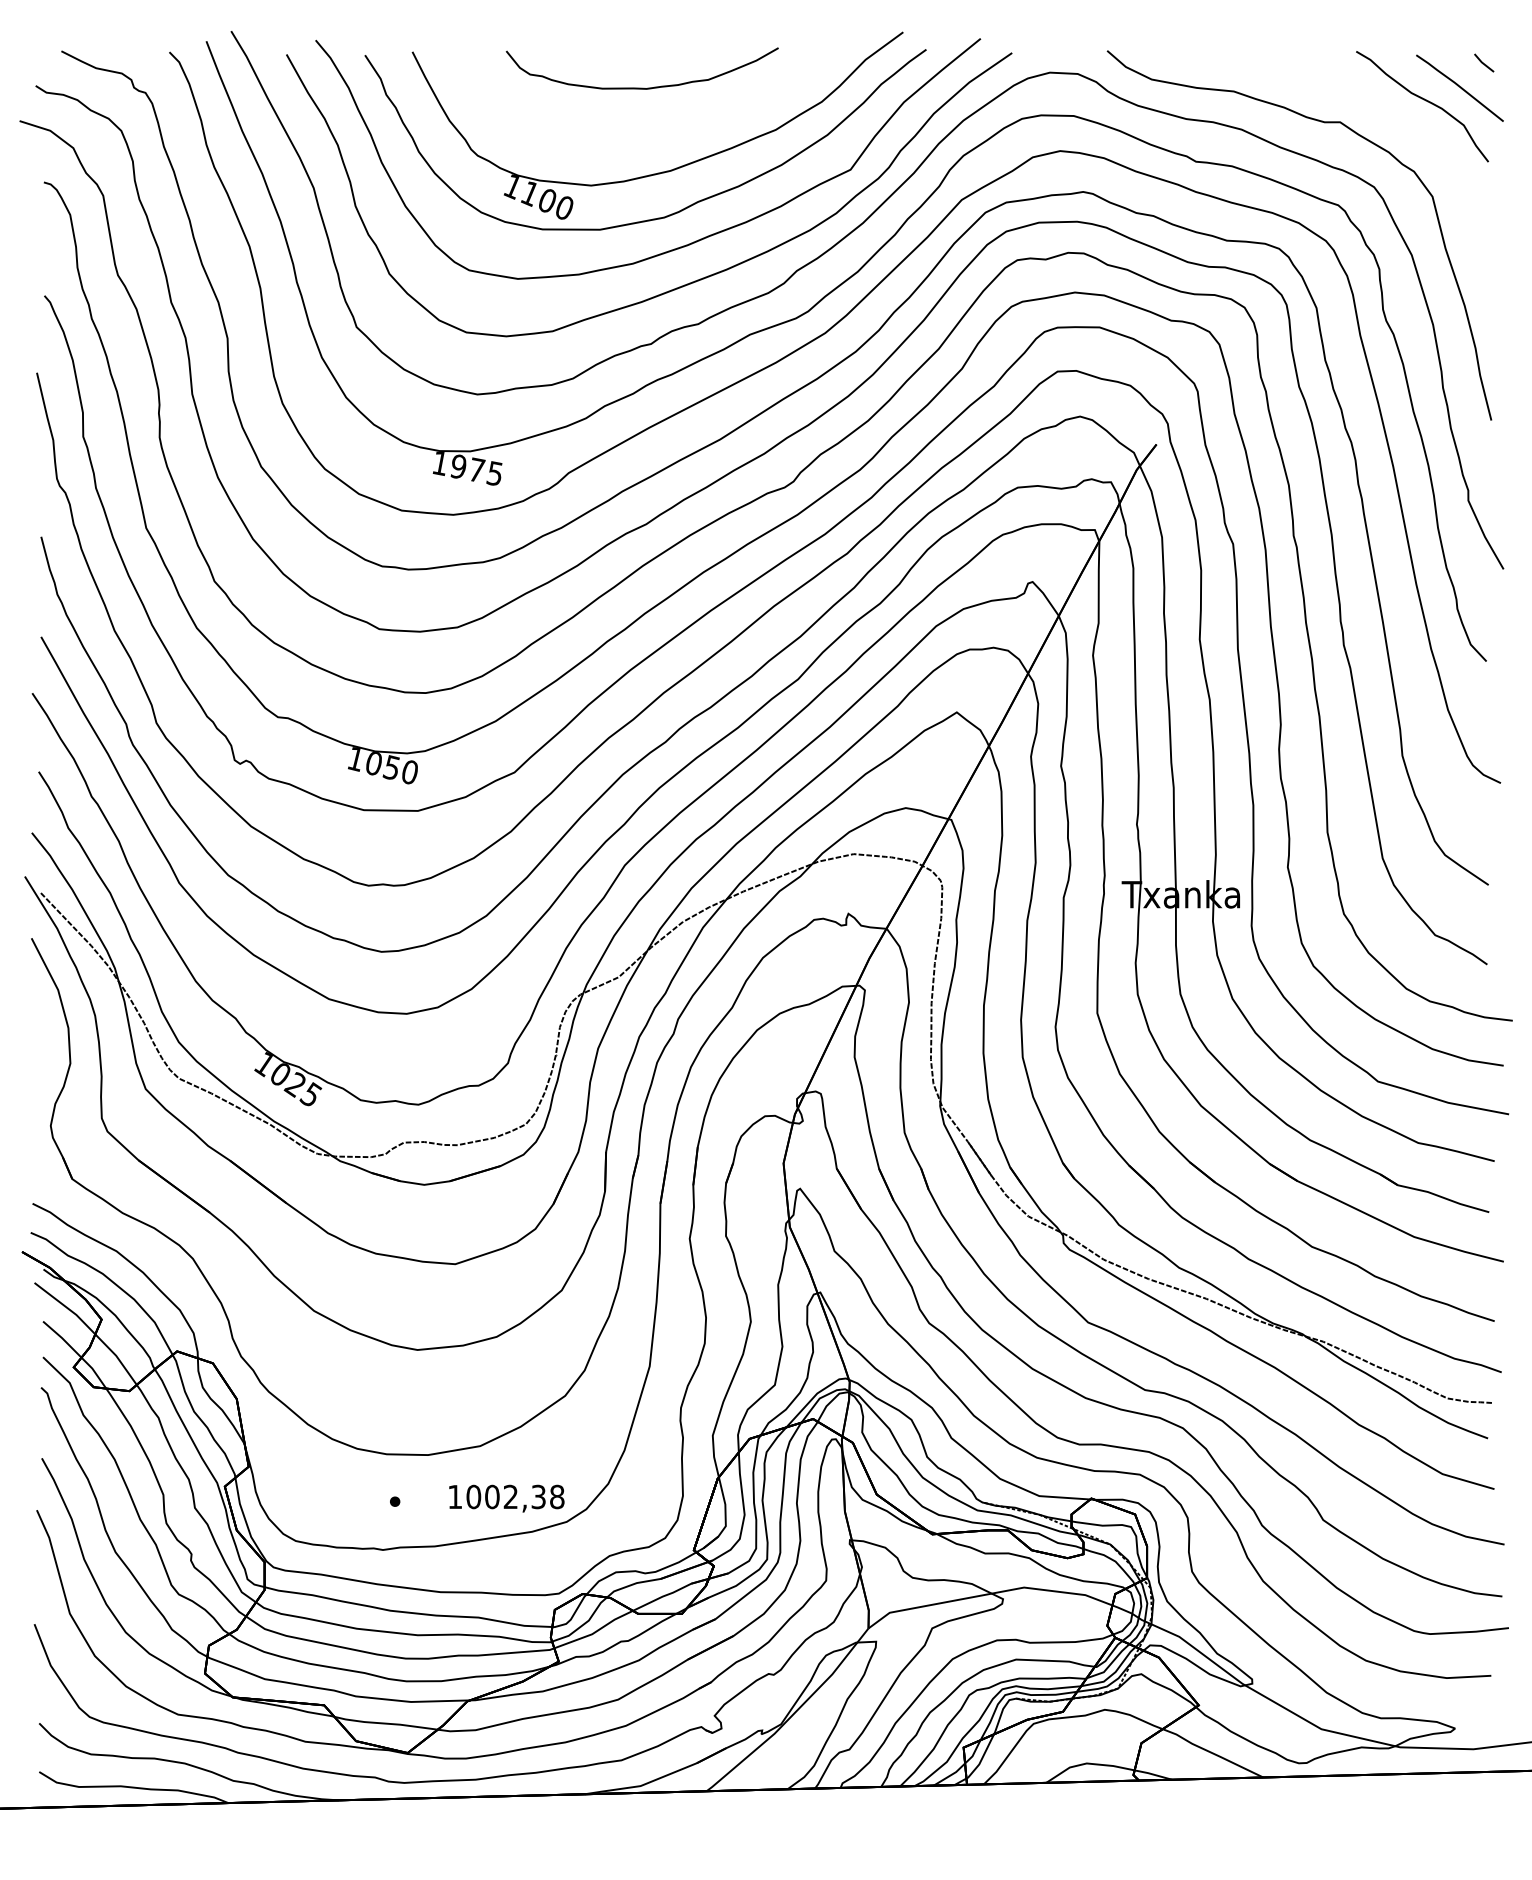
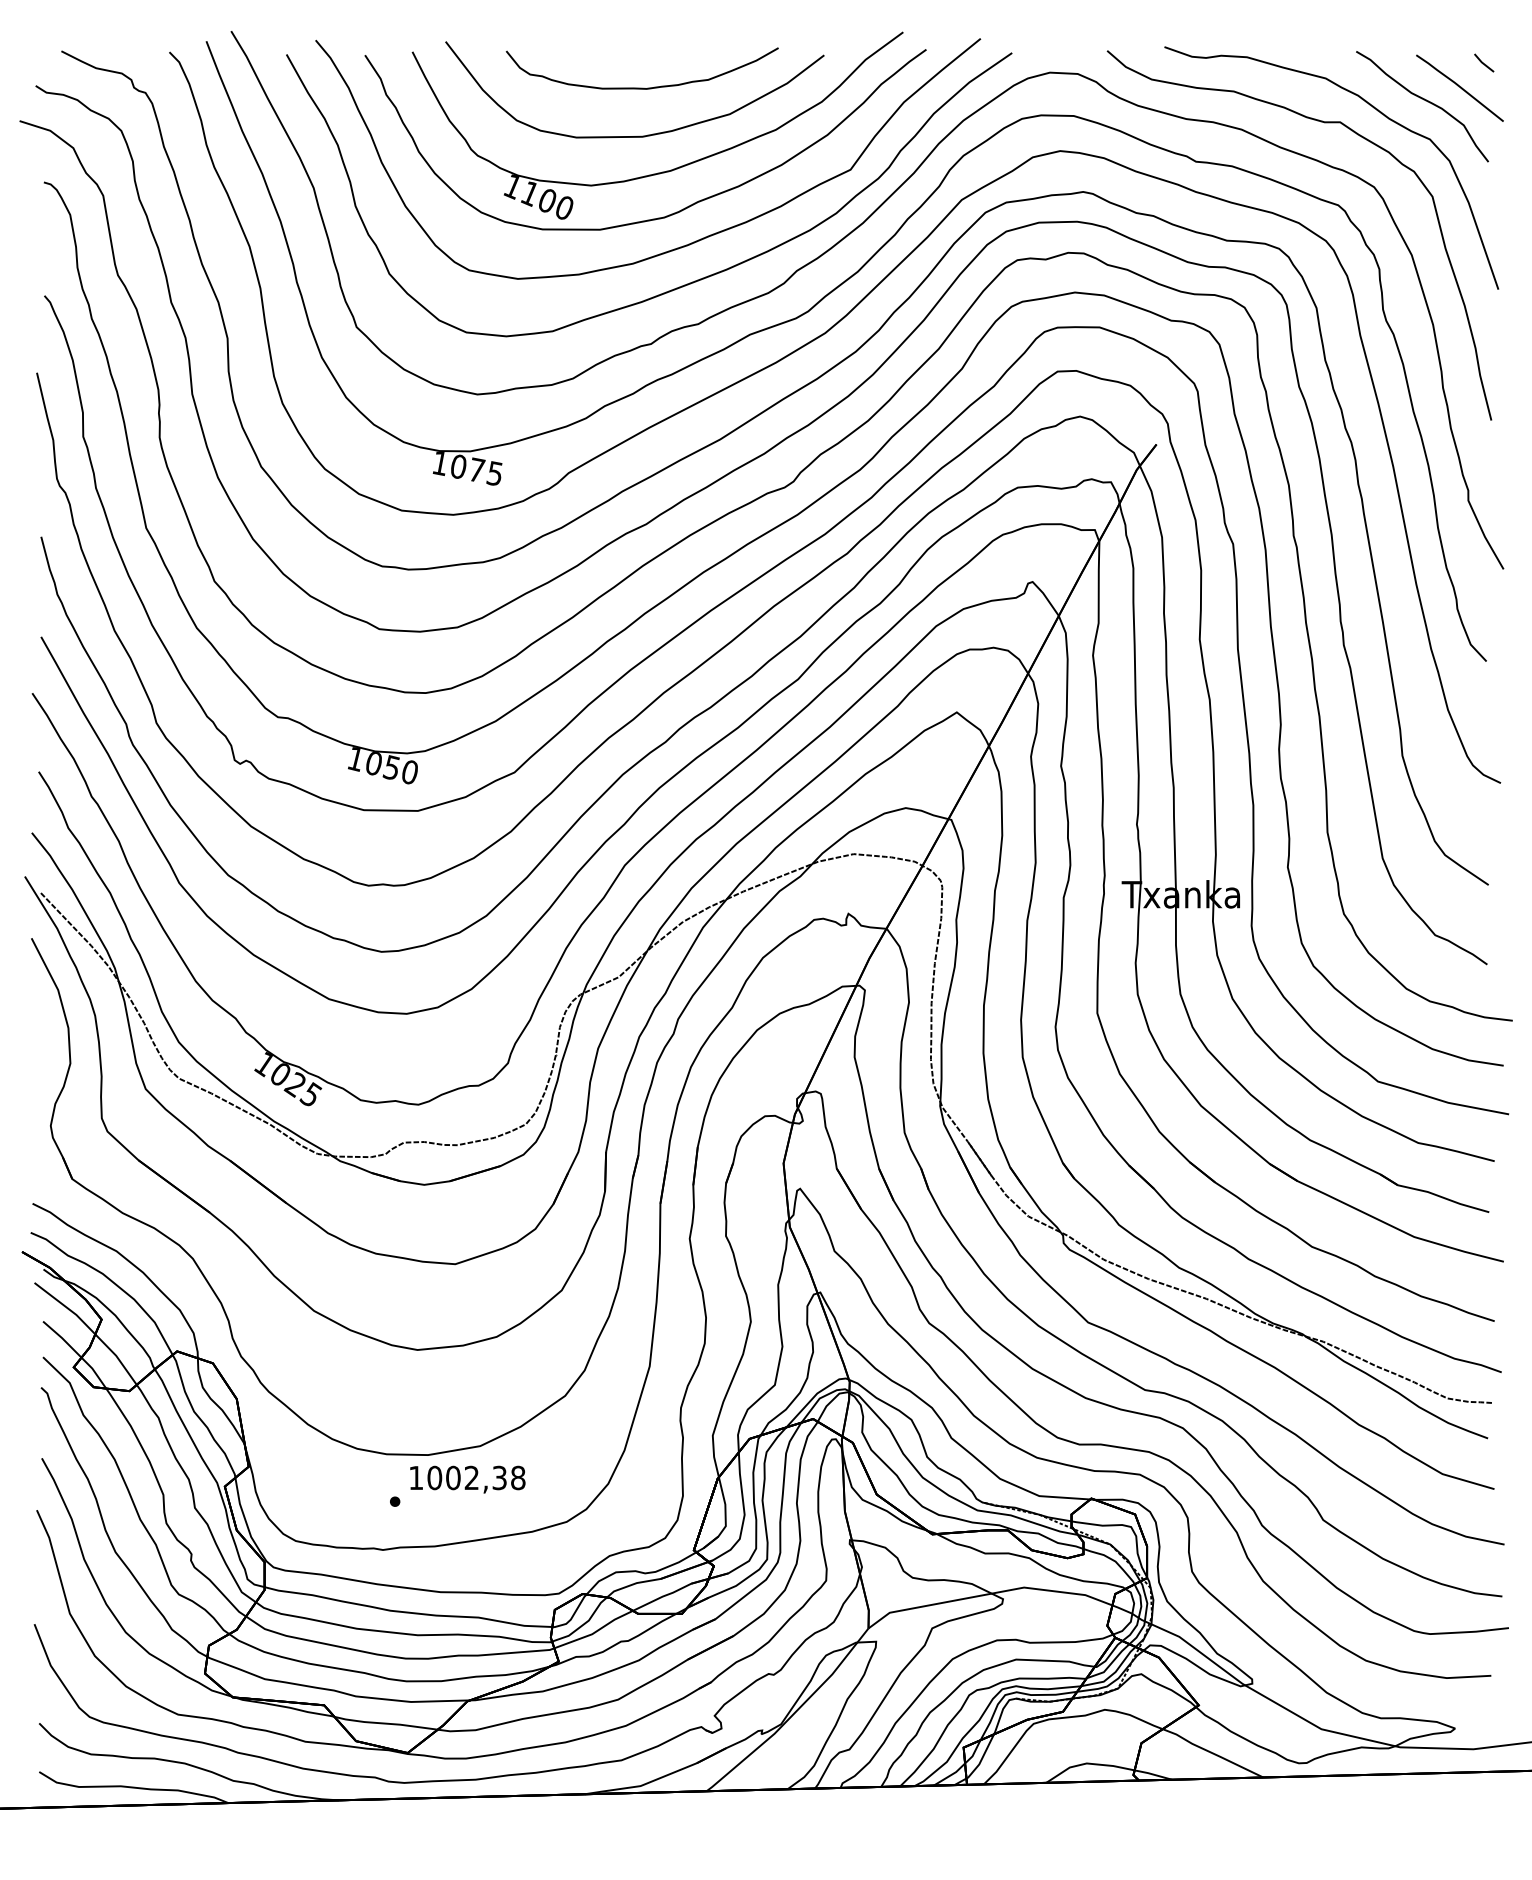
curve at (1373, 108): none -> present
curve at (639, 135): none -> present
text at (458, 466): 1975 -> 1075
text at (506, 1498) position: (506, 1498) -> (467, 1479)
